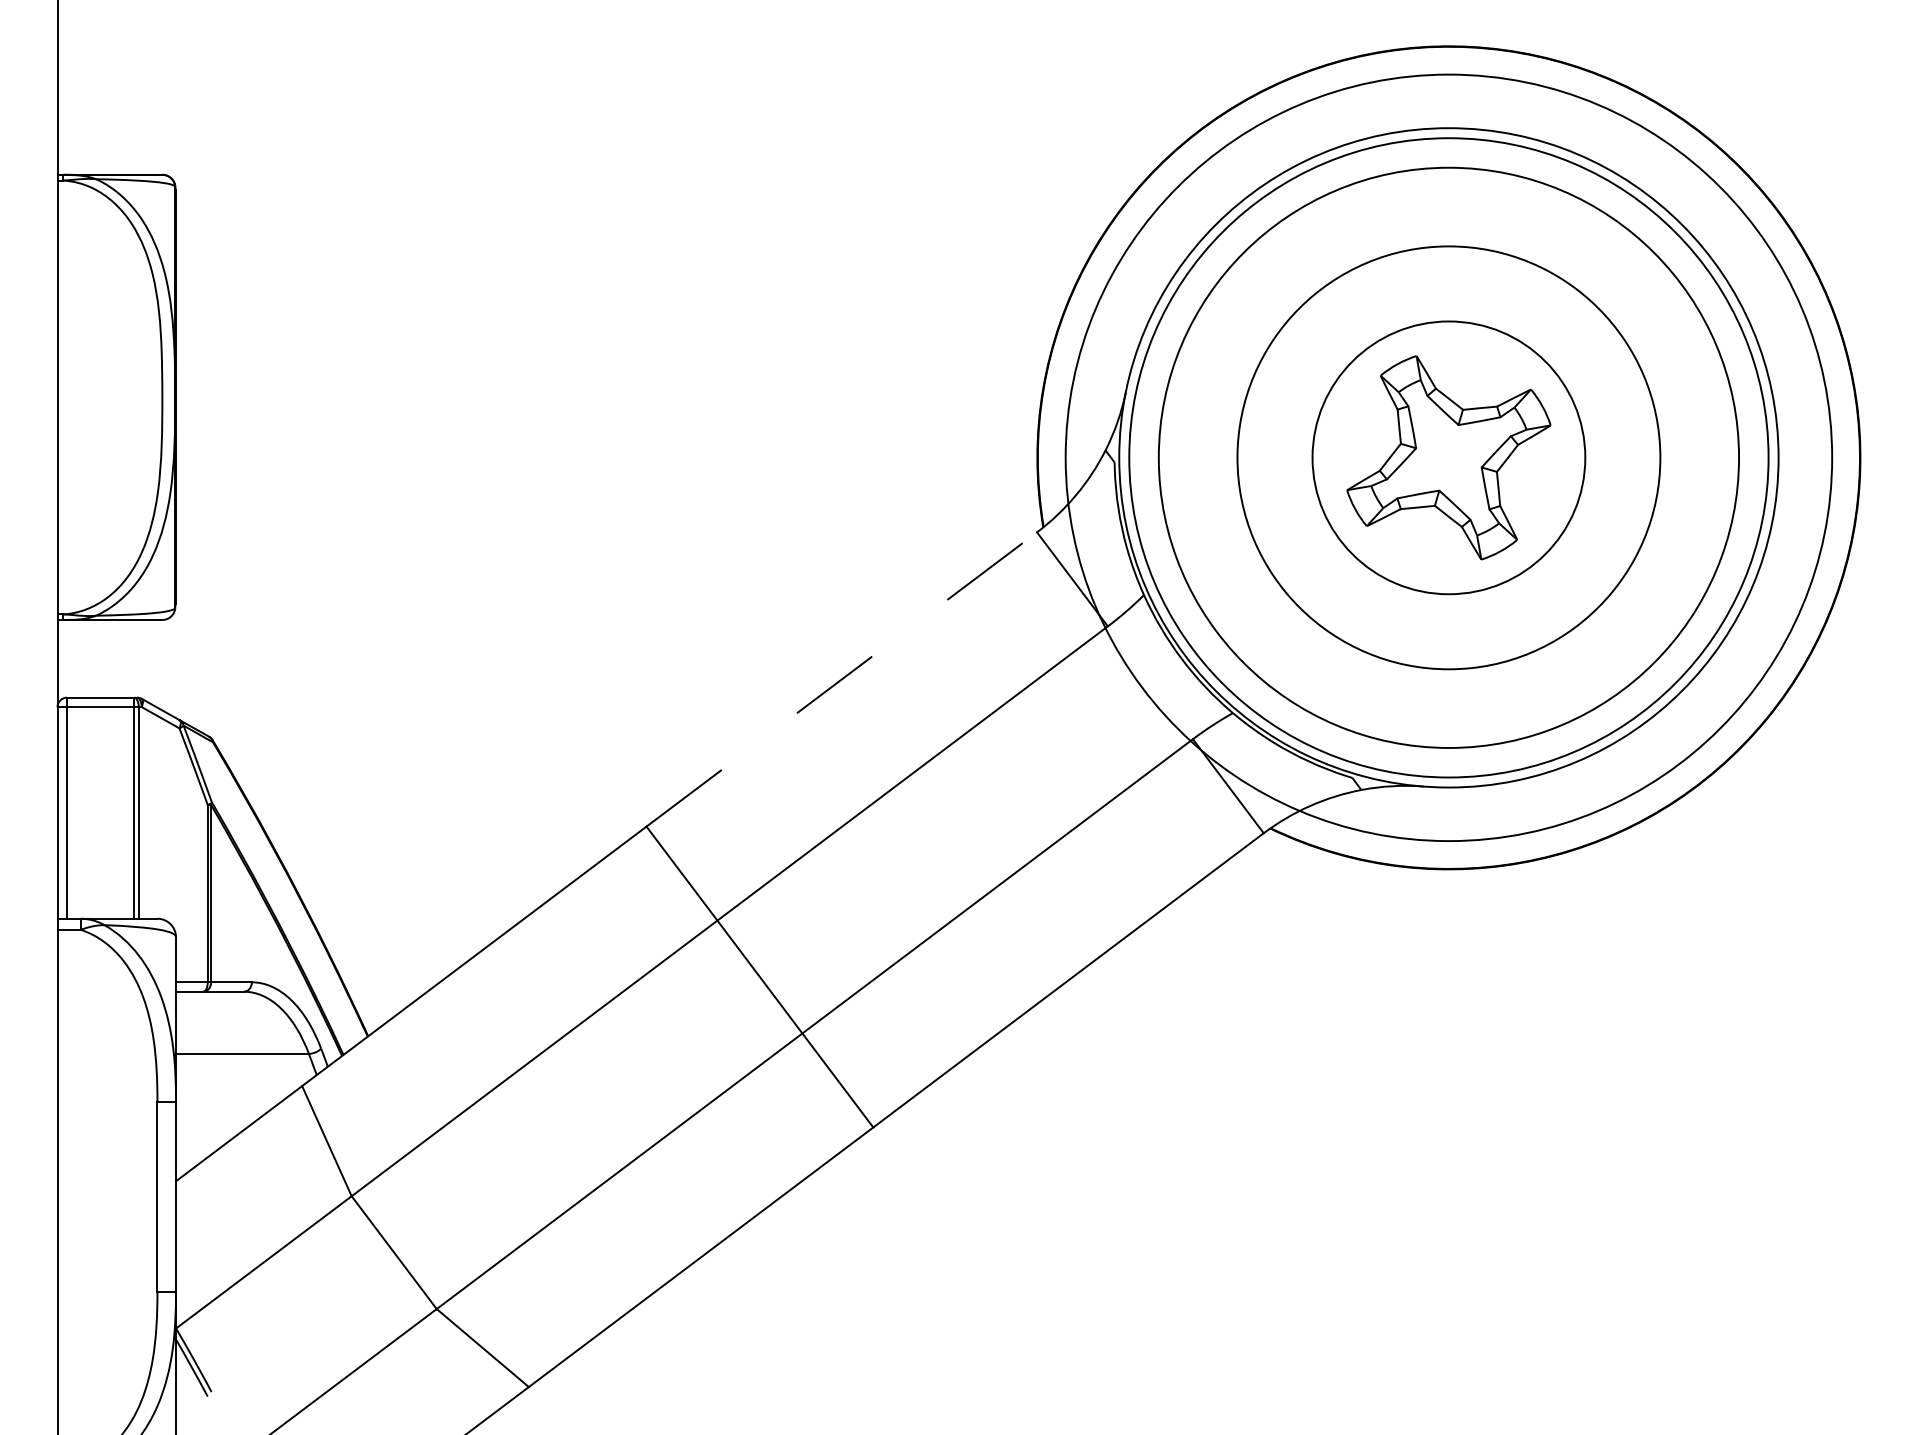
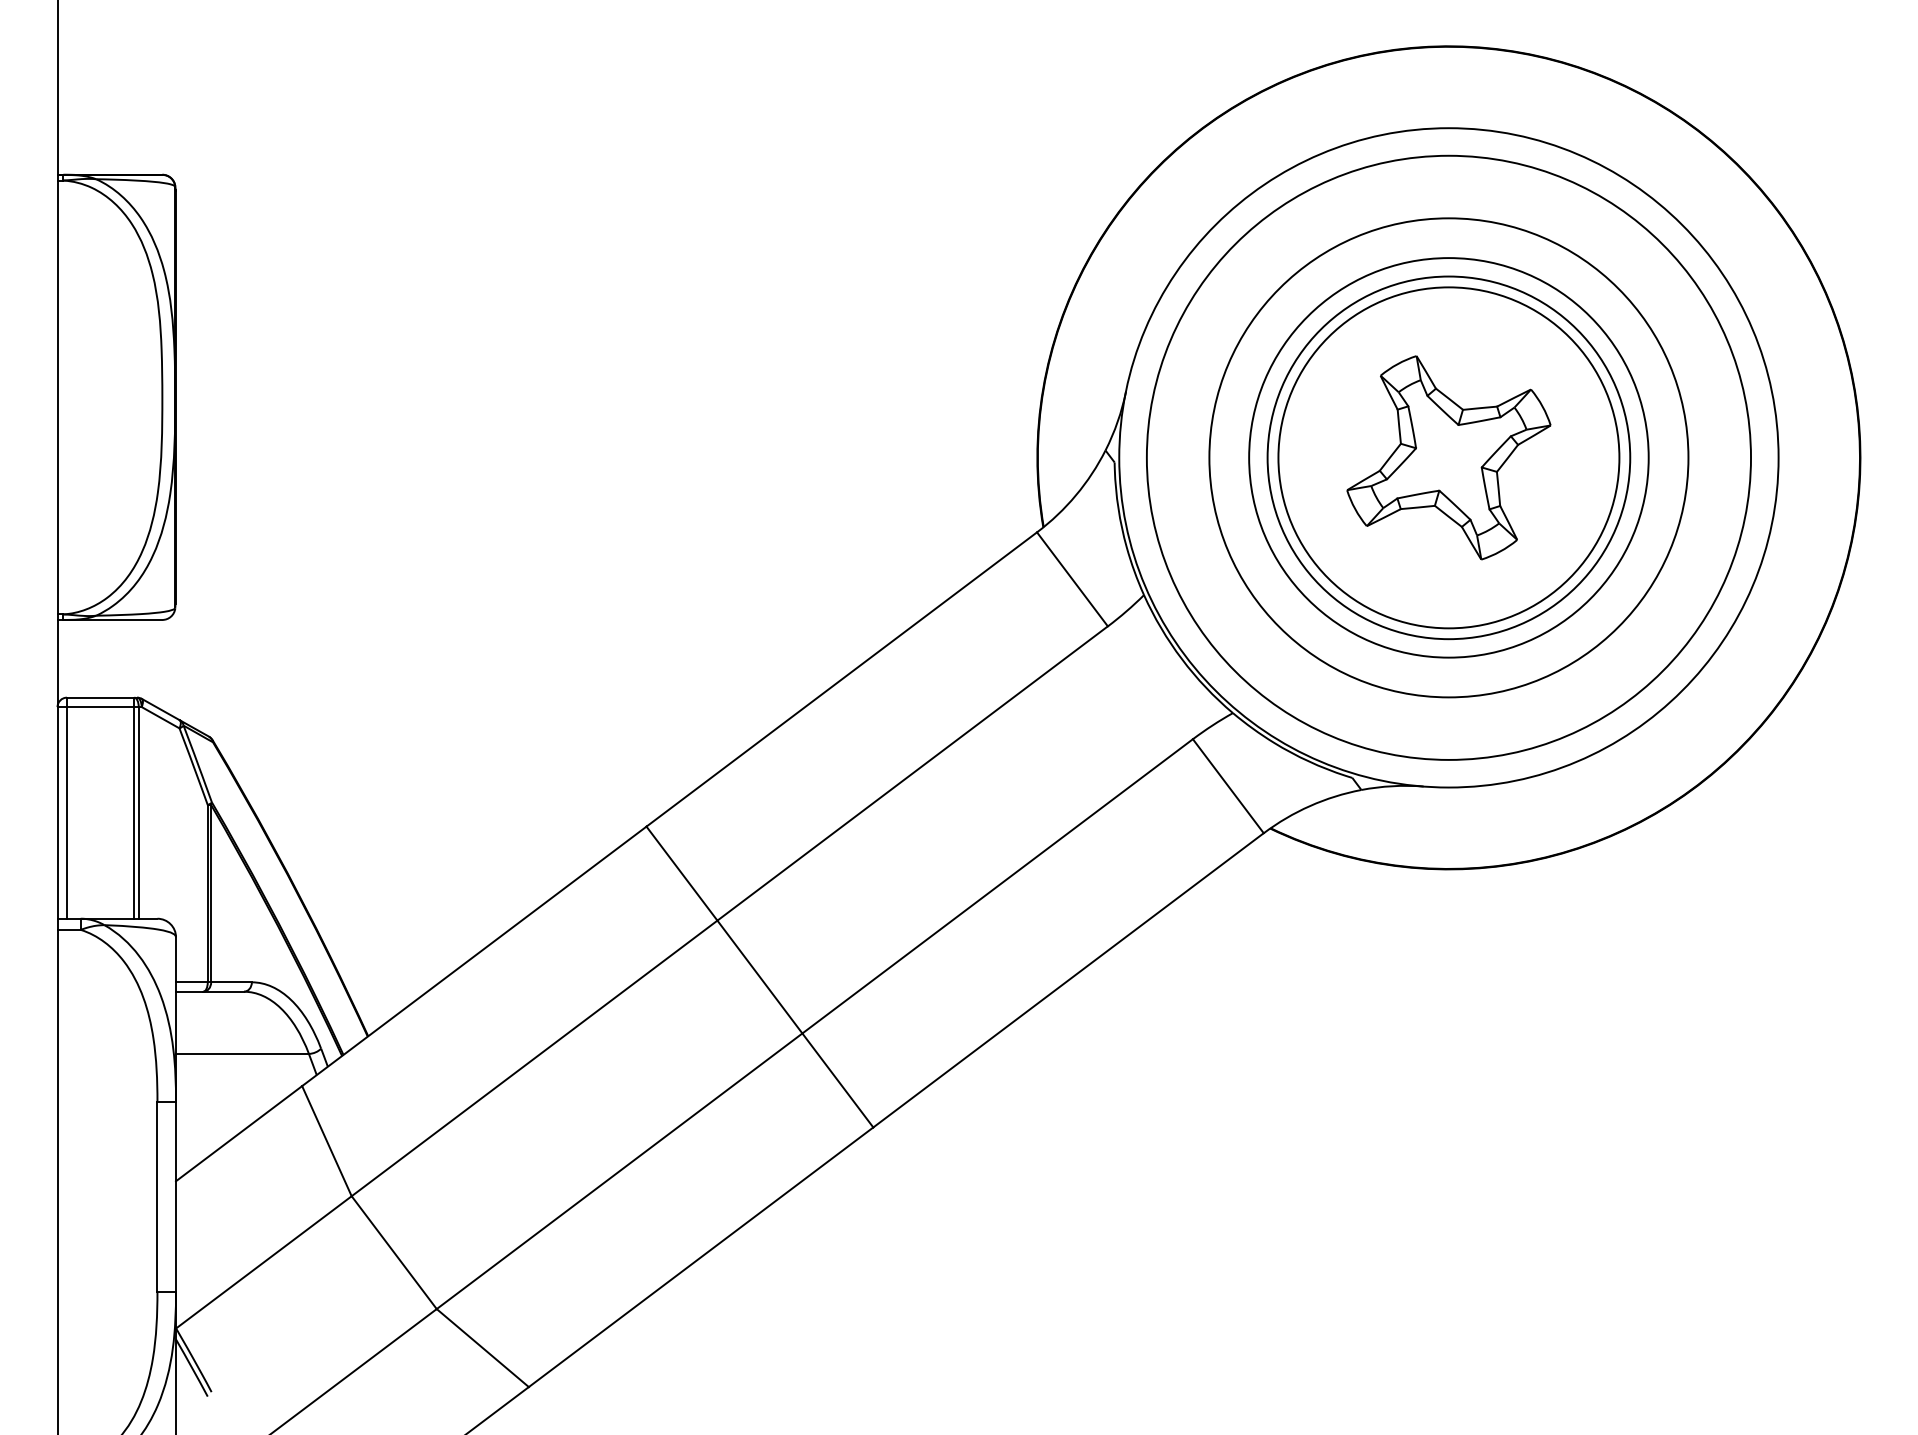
circle at (1448, 457) diameter: 273 px -> 341 px
circle at (1448, 457) diameter: 423 px -> 604 px
circle at (1448, 457) diameter: 580 px -> 363 px
circle at (1448, 457) diameter: 639 px -> 400 px
circle at (1448, 457) diameter: 766 px -> 479 px
line at (842, 679): dashed -> solid
